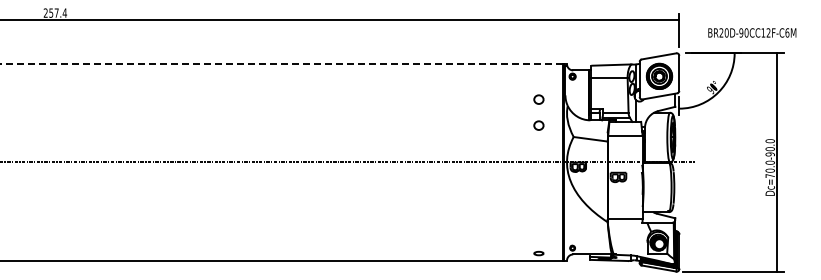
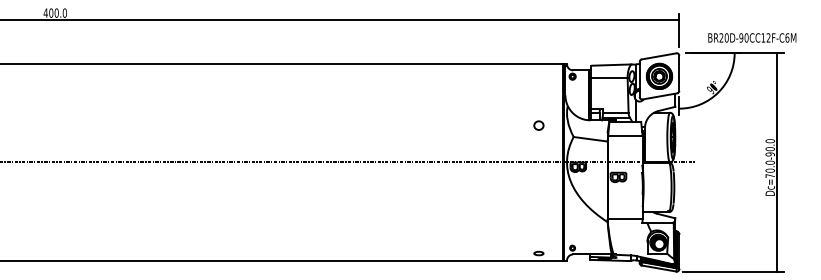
text at (55, 12): 257.4 -> 400.0
text at (752, 32) position: (752, 32) -> (752, 37)
line at (281, 64): dashed -> solid
part at (538, 99): present -> none
